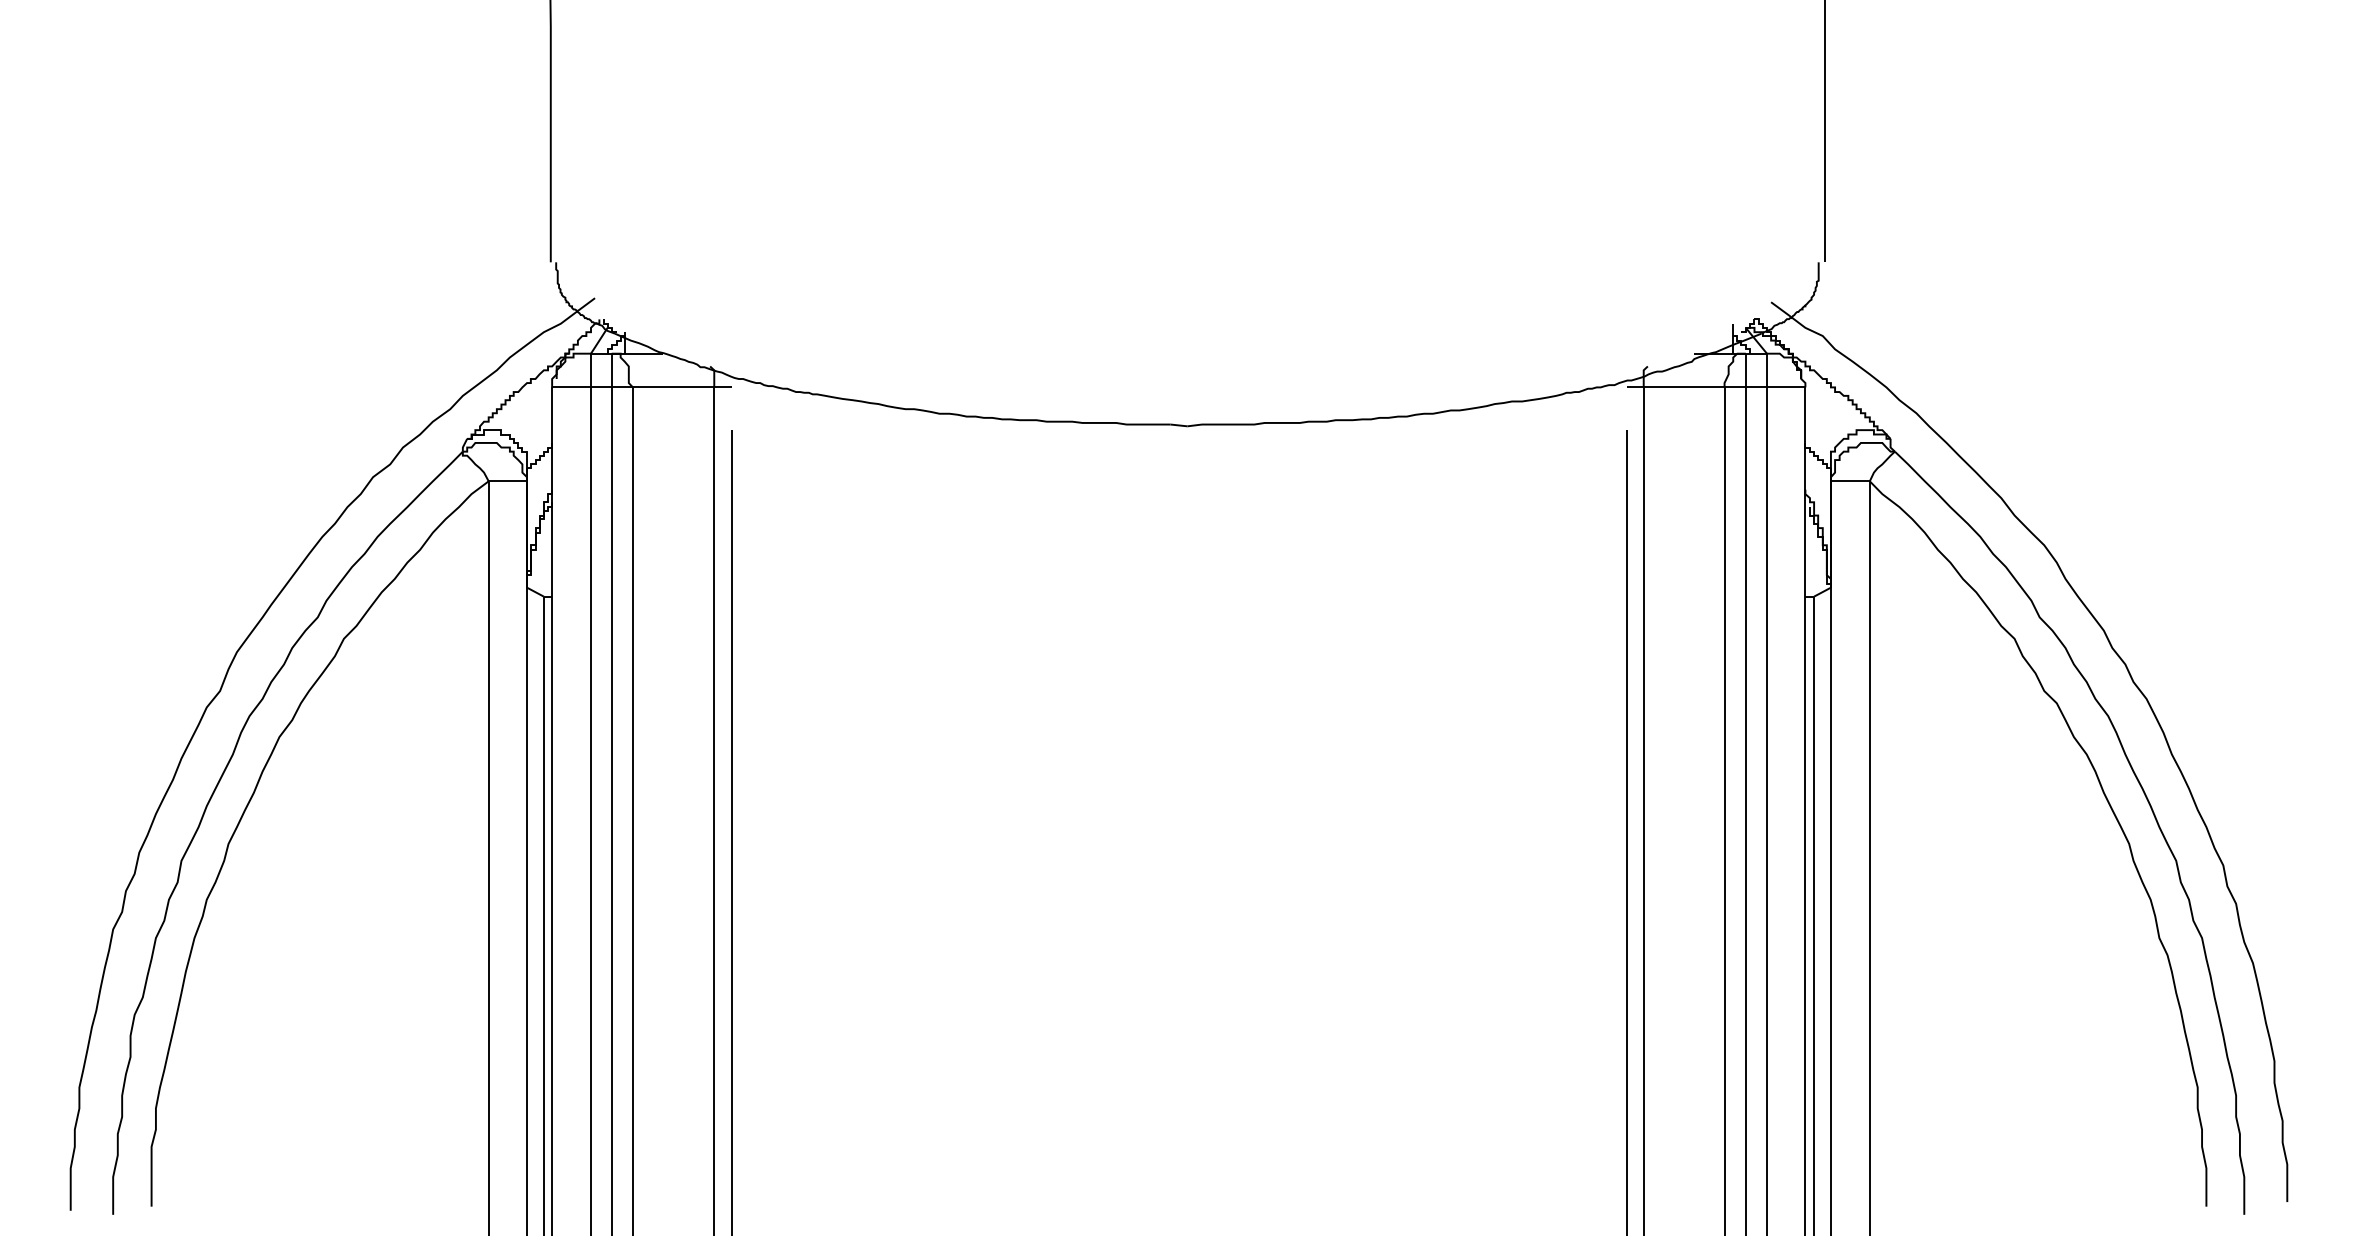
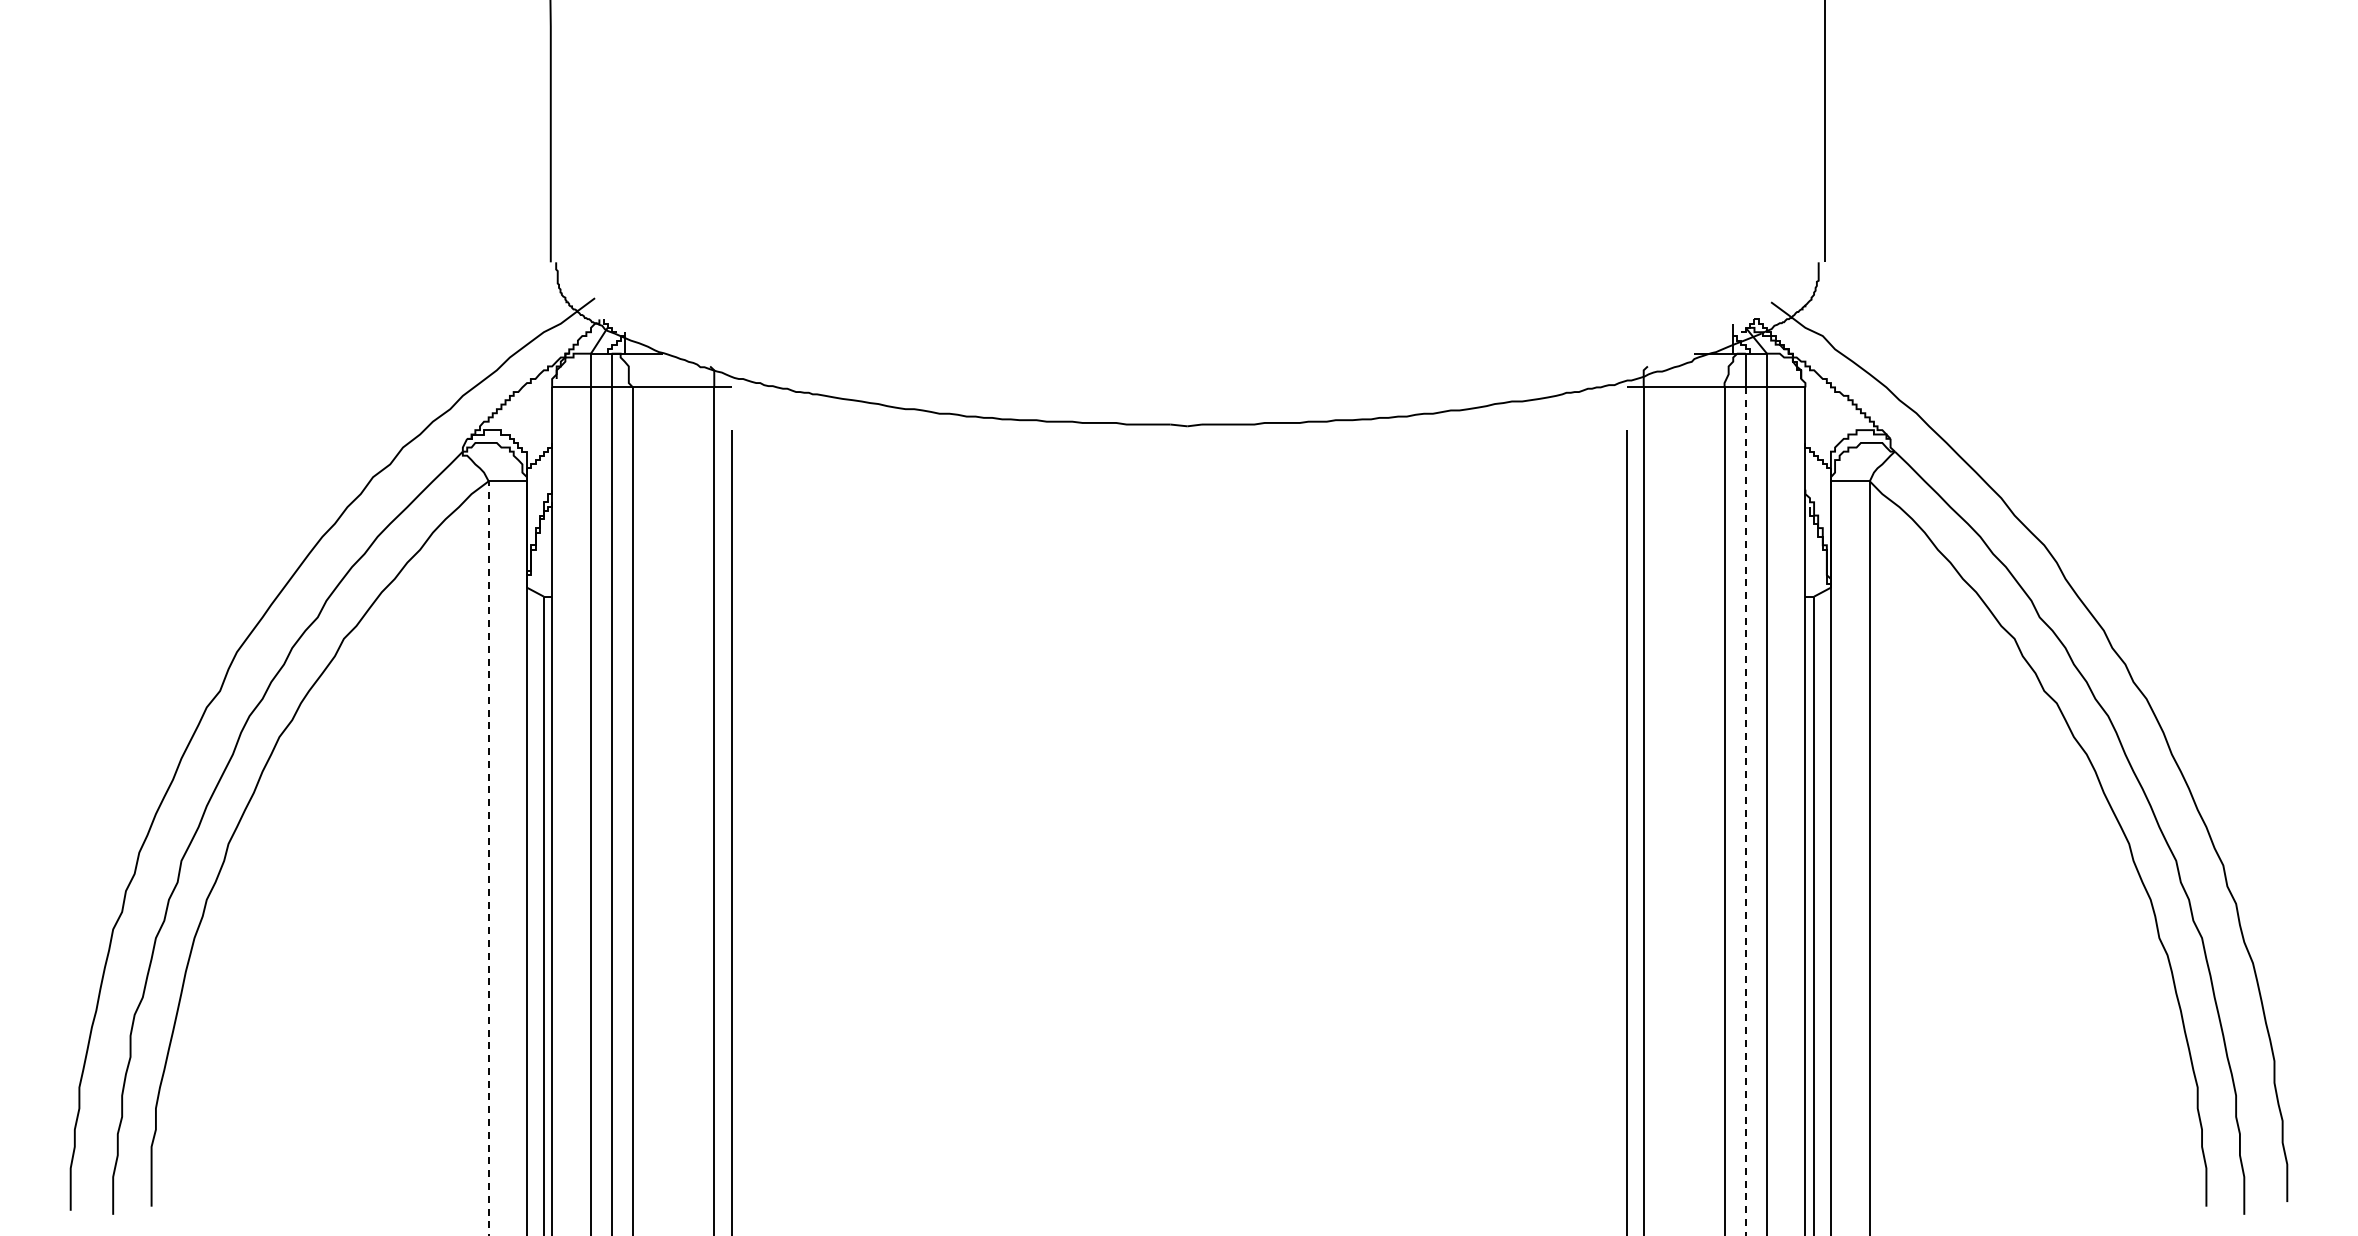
line at (1745, 812): solid -> dashed
line at (488, 858): solid -> dashed
